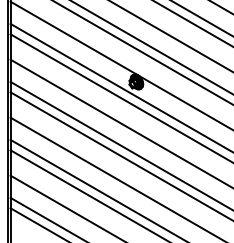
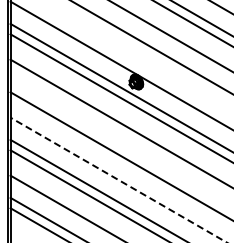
line at (142, 52): present -> none
line at (120, 144): present -> none
line at (118, 180): solid -> dashed
